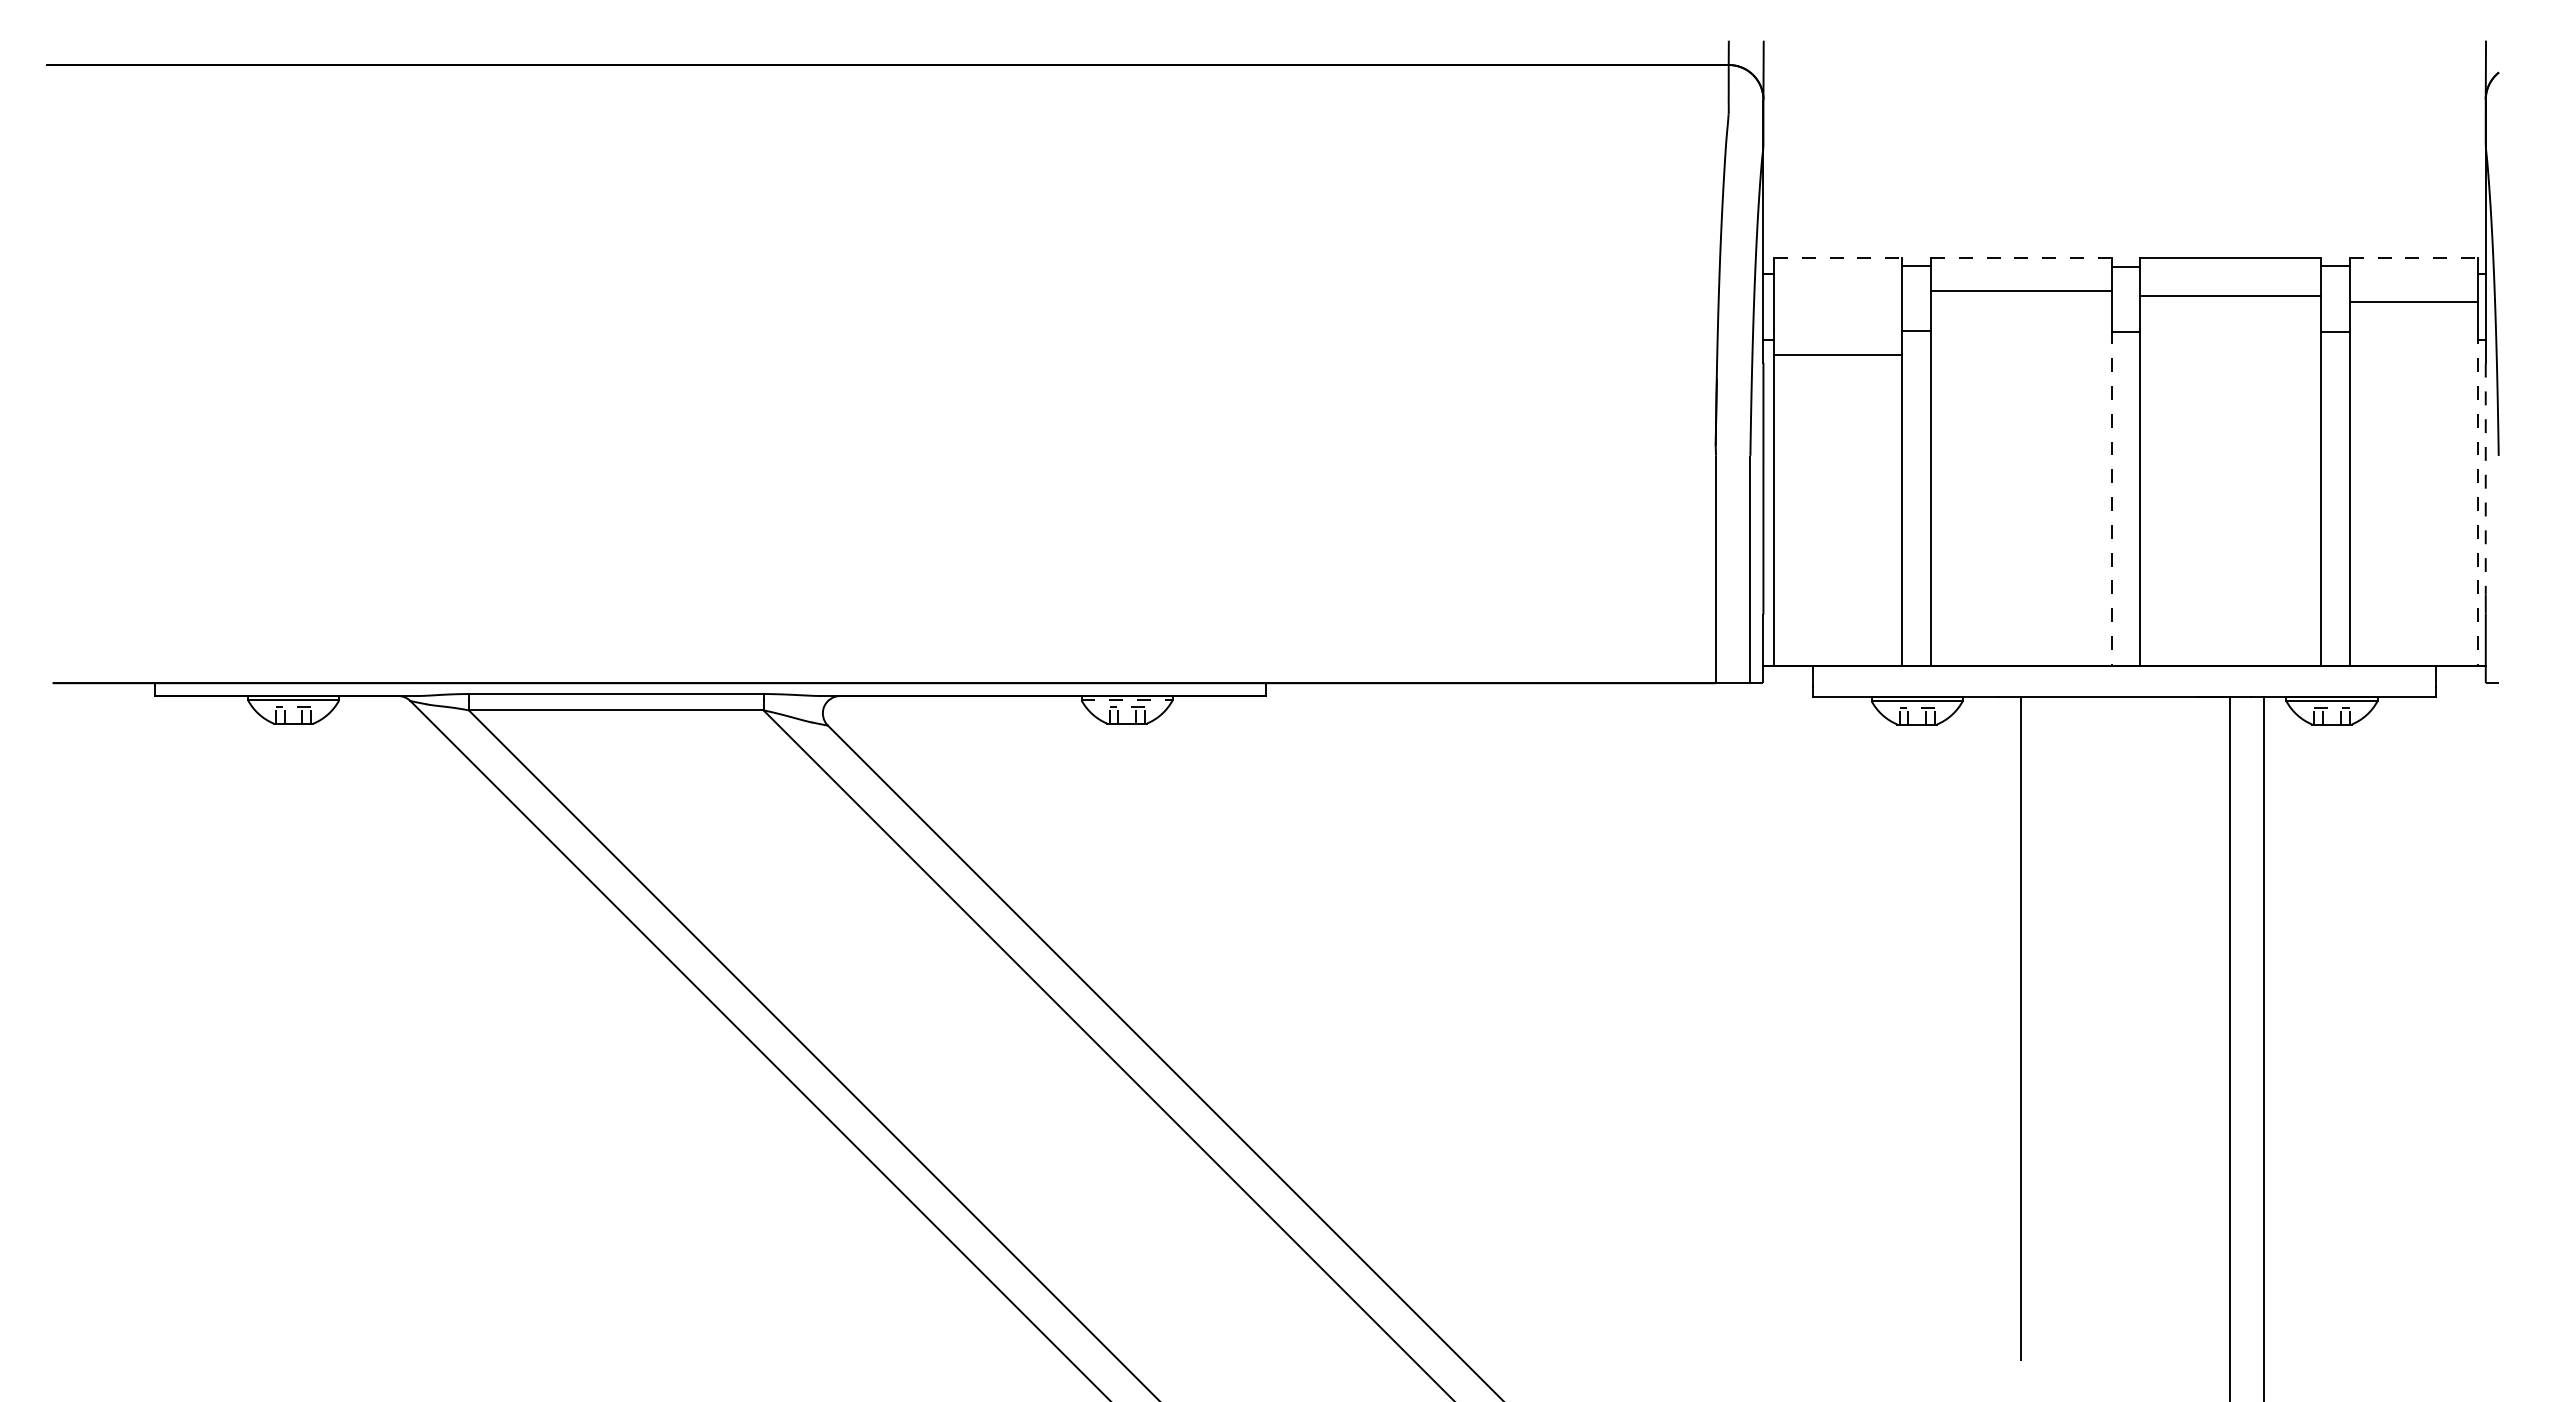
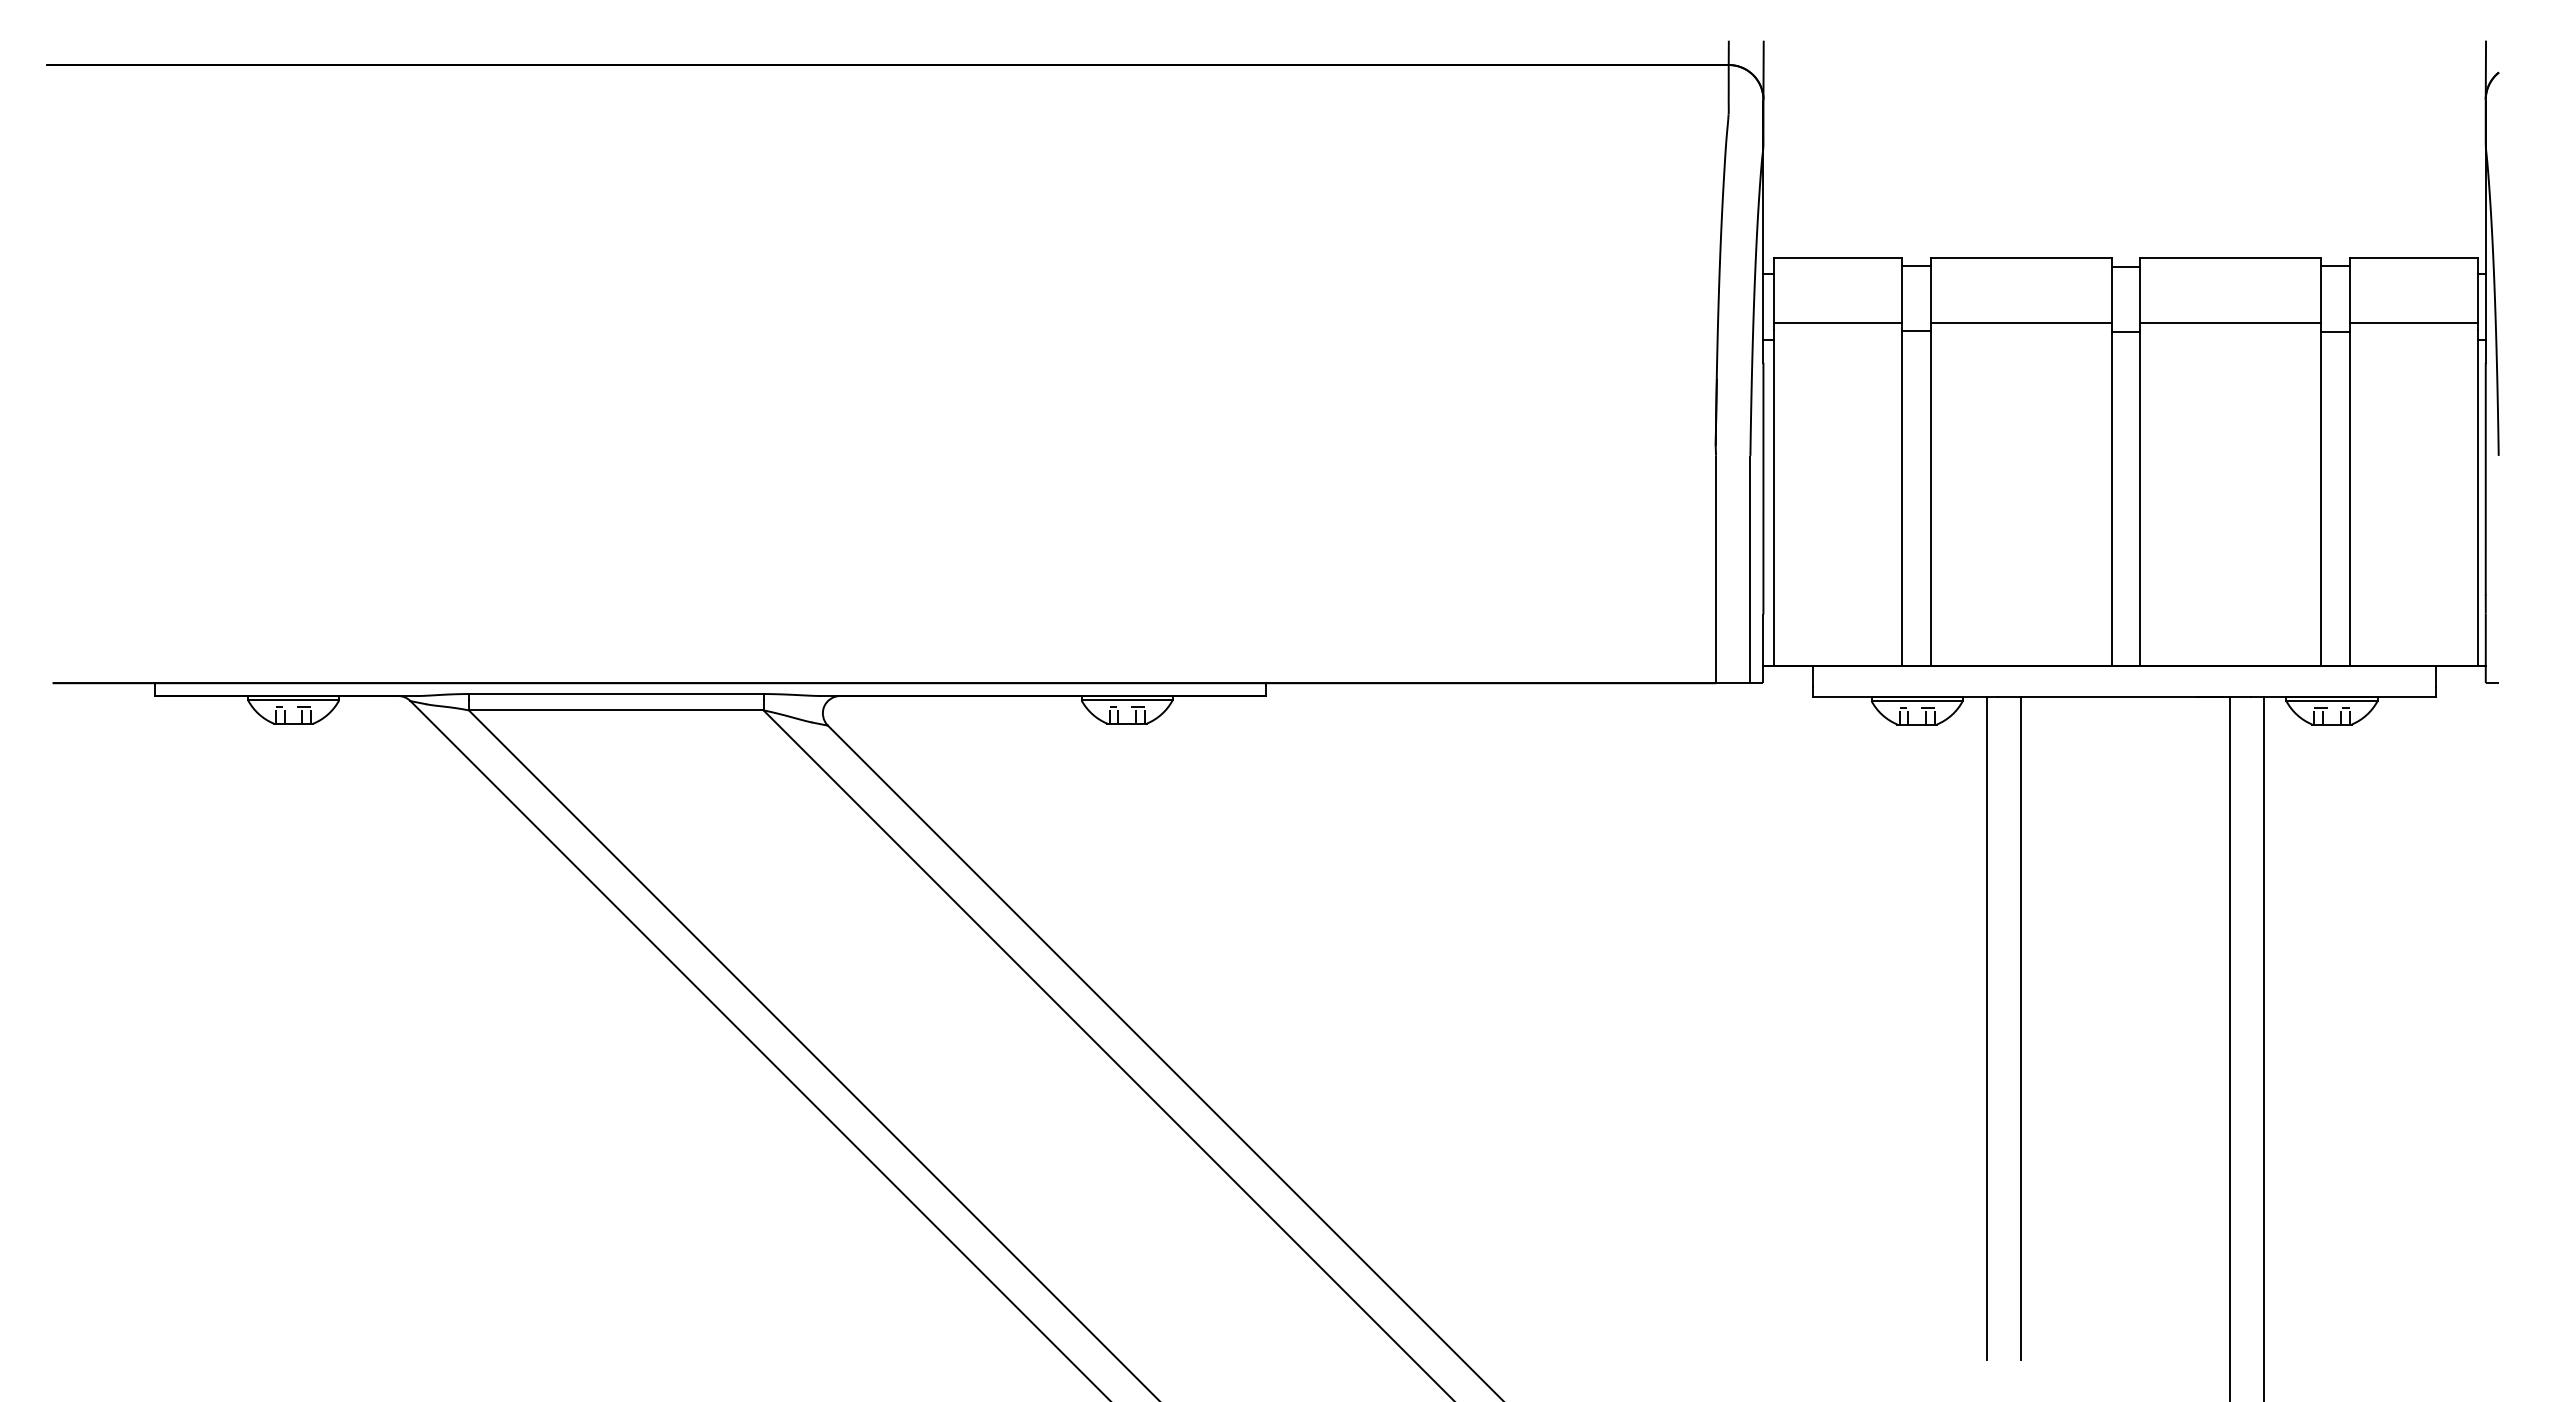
line at (1838, 257): dashed -> solid
line at (2021, 257): dashed -> solid
line at (2413, 257): dashed -> solid
line at (2021, 291) position: (2021, 291) -> (2021, 323)
line at (2230, 296) position: (2230, 296) -> (2230, 323)
line at (2413, 302) position: (2413, 302) -> (2413, 323)
line at (1837, 354) position: (1837, 354) -> (1837, 322)
line at (2485, 479): dashed -> solid
line at (2111, 498): dashed -> solid
line at (2477, 498): dashed -> solid
line at (1127, 700): dashed -> solid
line at (1986, 1028): none -> present
